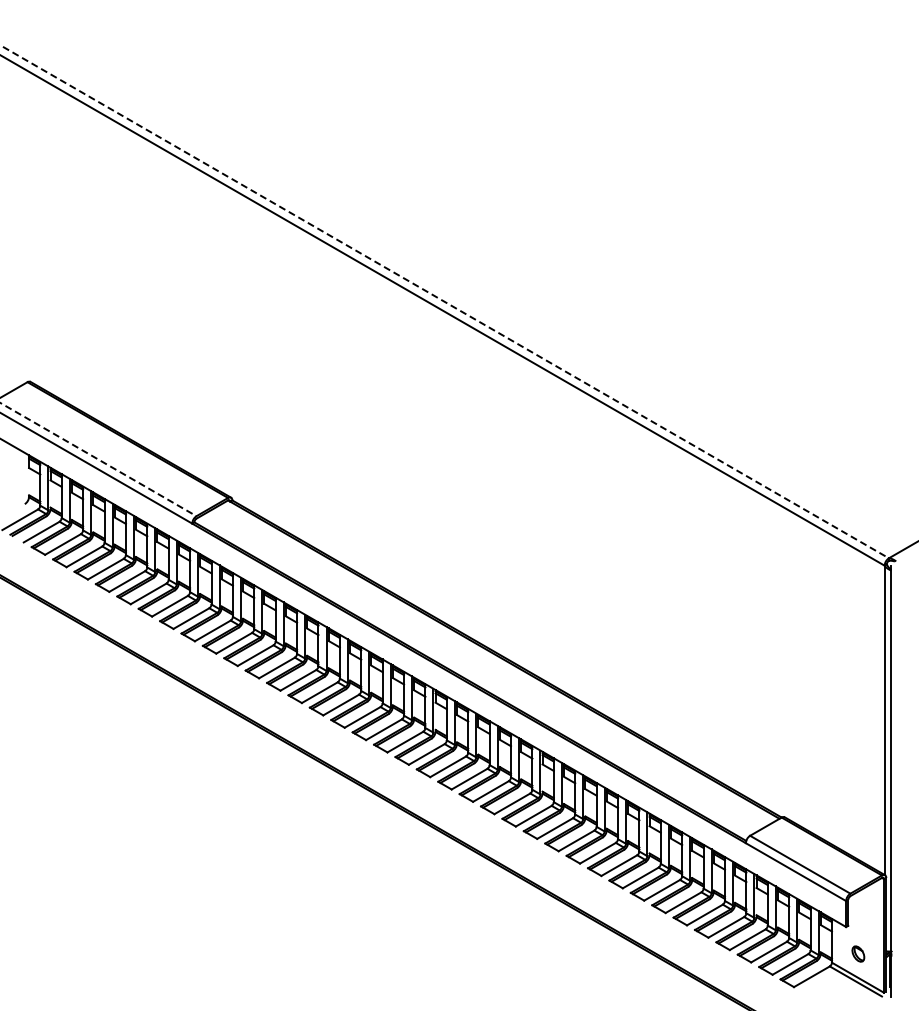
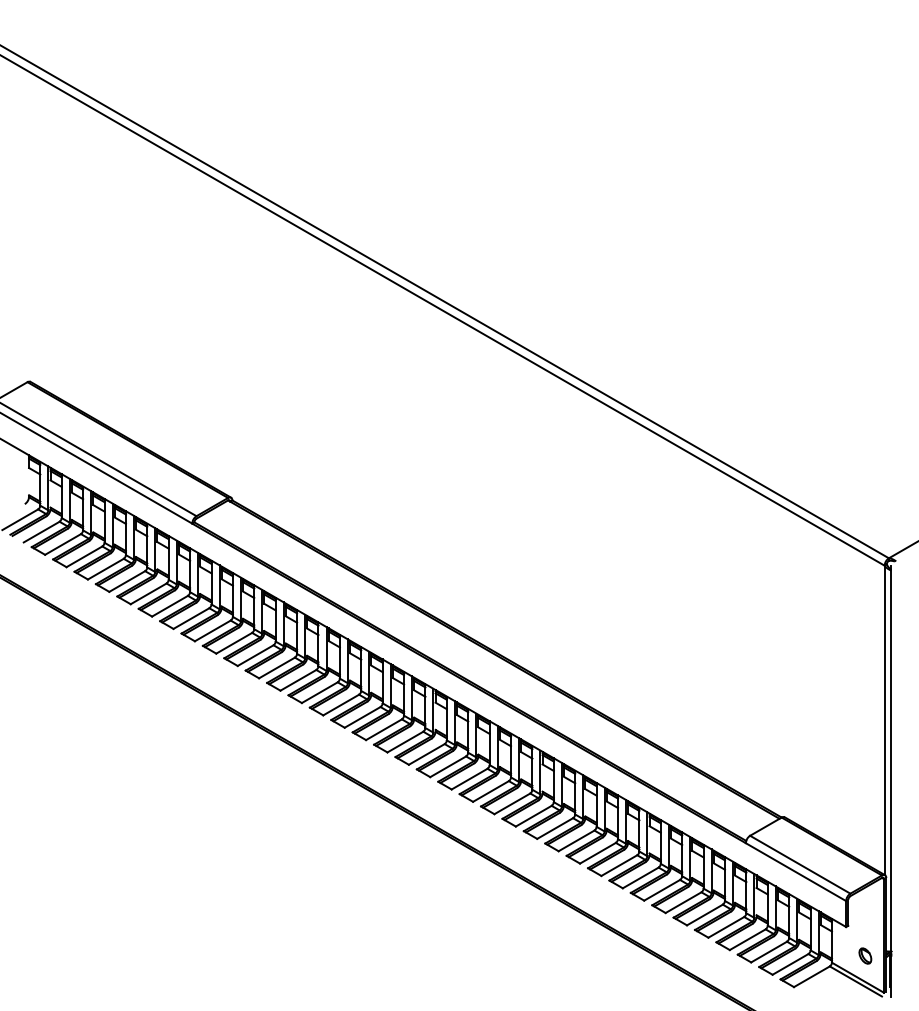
line at (444, 301): dashed -> solid
line at (98, 459): dashed -> solid
part at (858, 953) position: (858, 953) -> (865, 955)
